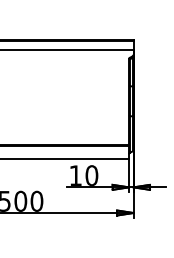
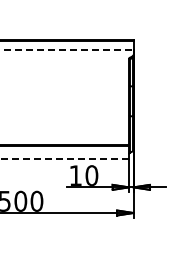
line at (67, 50): solid -> dashed
line at (64, 159): solid -> dashed
